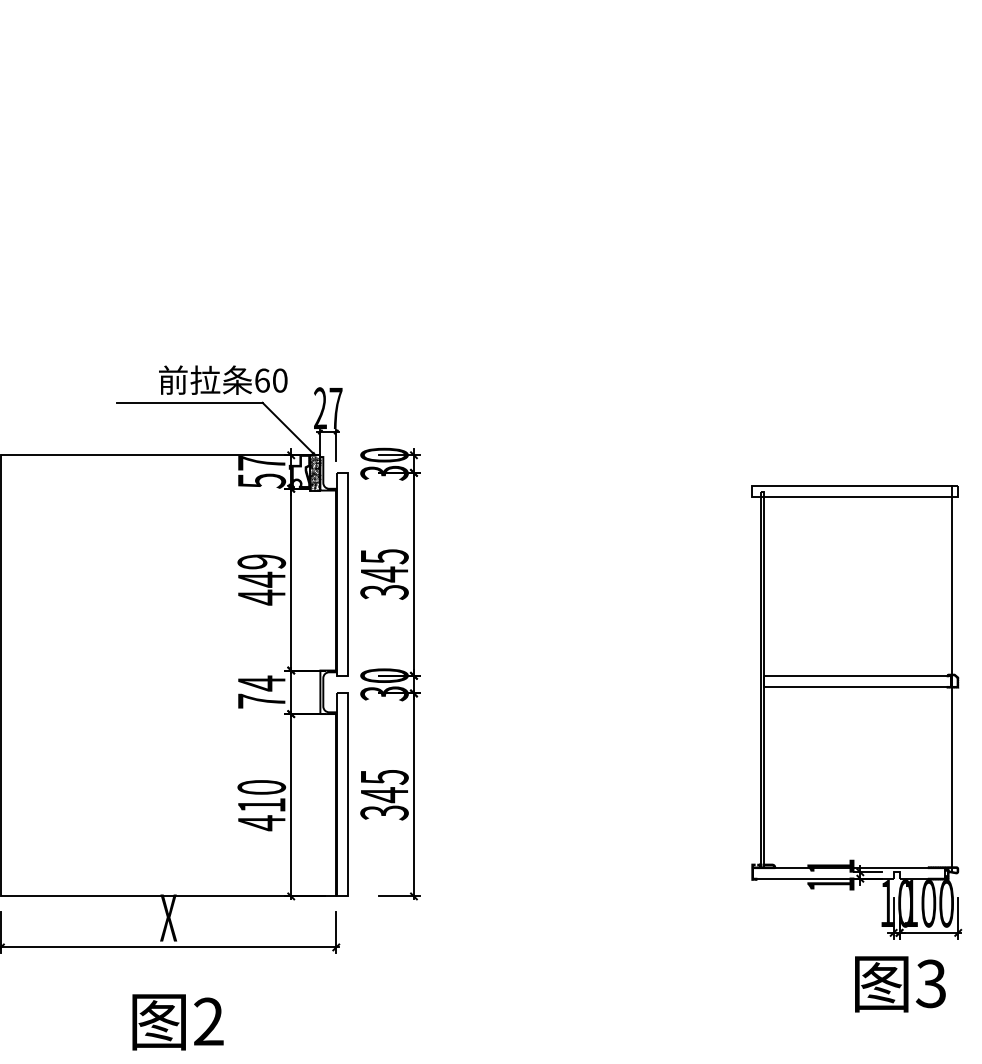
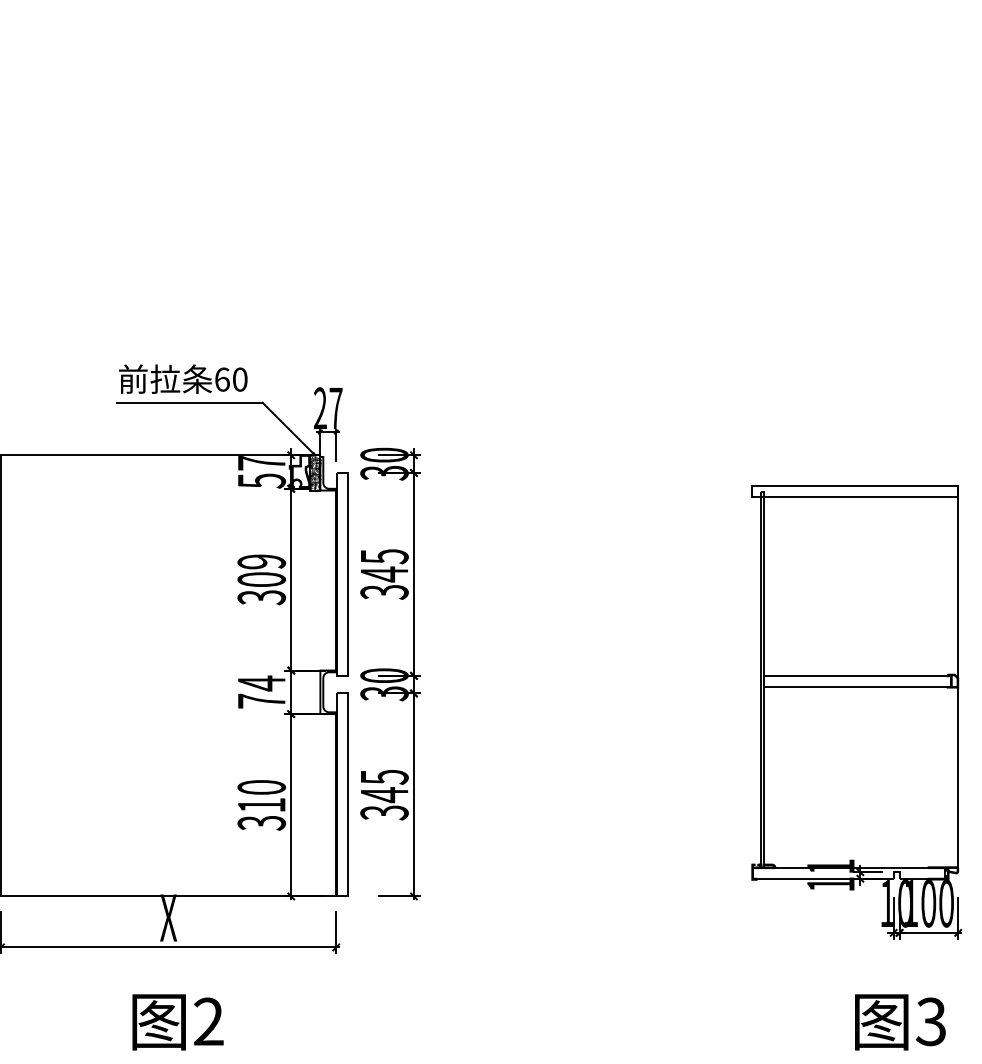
text at (223, 379) position: (223, 379) -> (183, 378)
text at (261, 588): 449 -> 309
line at (952, 678) position: (952, 678) -> (958, 678)
text at (261, 823): 410 -> 310
text at (900, 984) position: (900, 984) -> (900, 1022)
